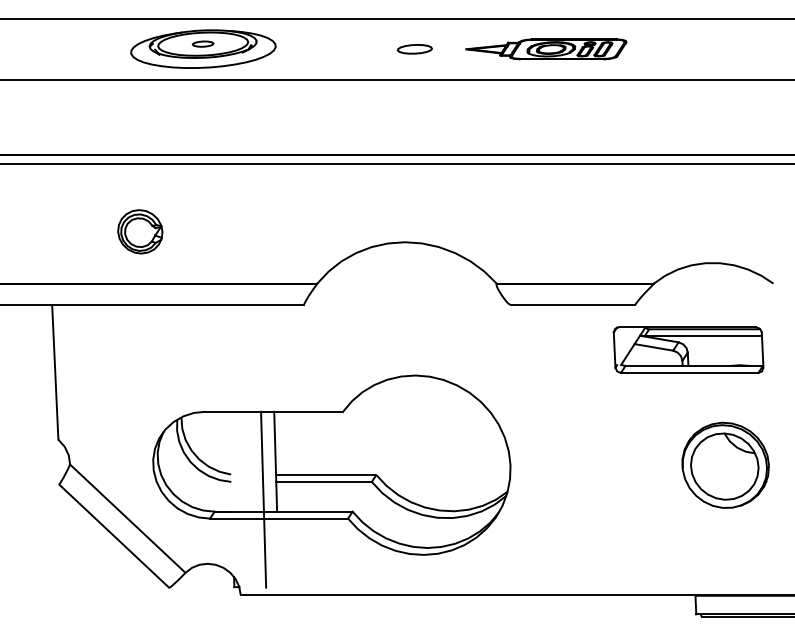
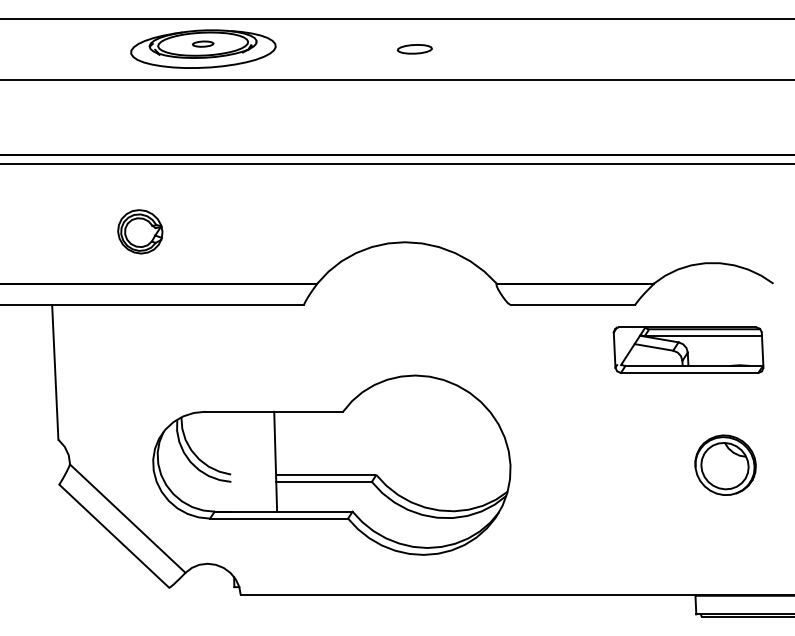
part at (546, 49): present -> none
part at (725, 464) size: 89x88 px -> 63x62 px
line at (263, 499): present -> none
